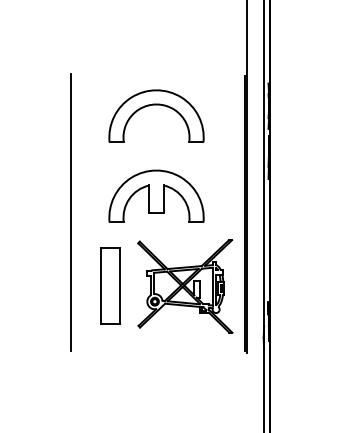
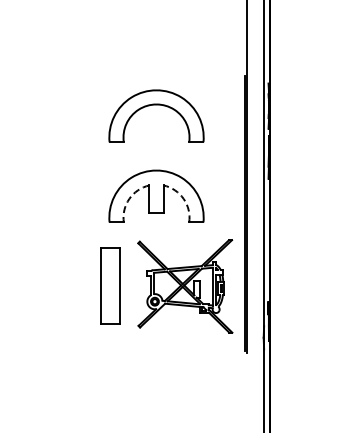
arc at (129, 198): solid -> dashed
arc at (183, 198): solid -> dashed
line at (70, 211): present -> none
